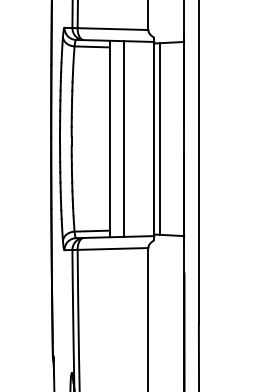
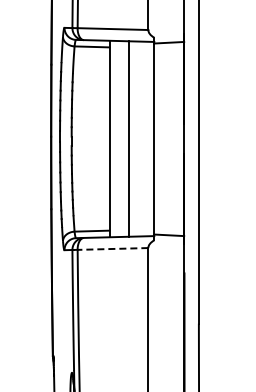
line at (124, 138) position: (124, 138) -> (129, 138)
line at (160, 138): present -> none
line at (112, 248): solid -> dashed
